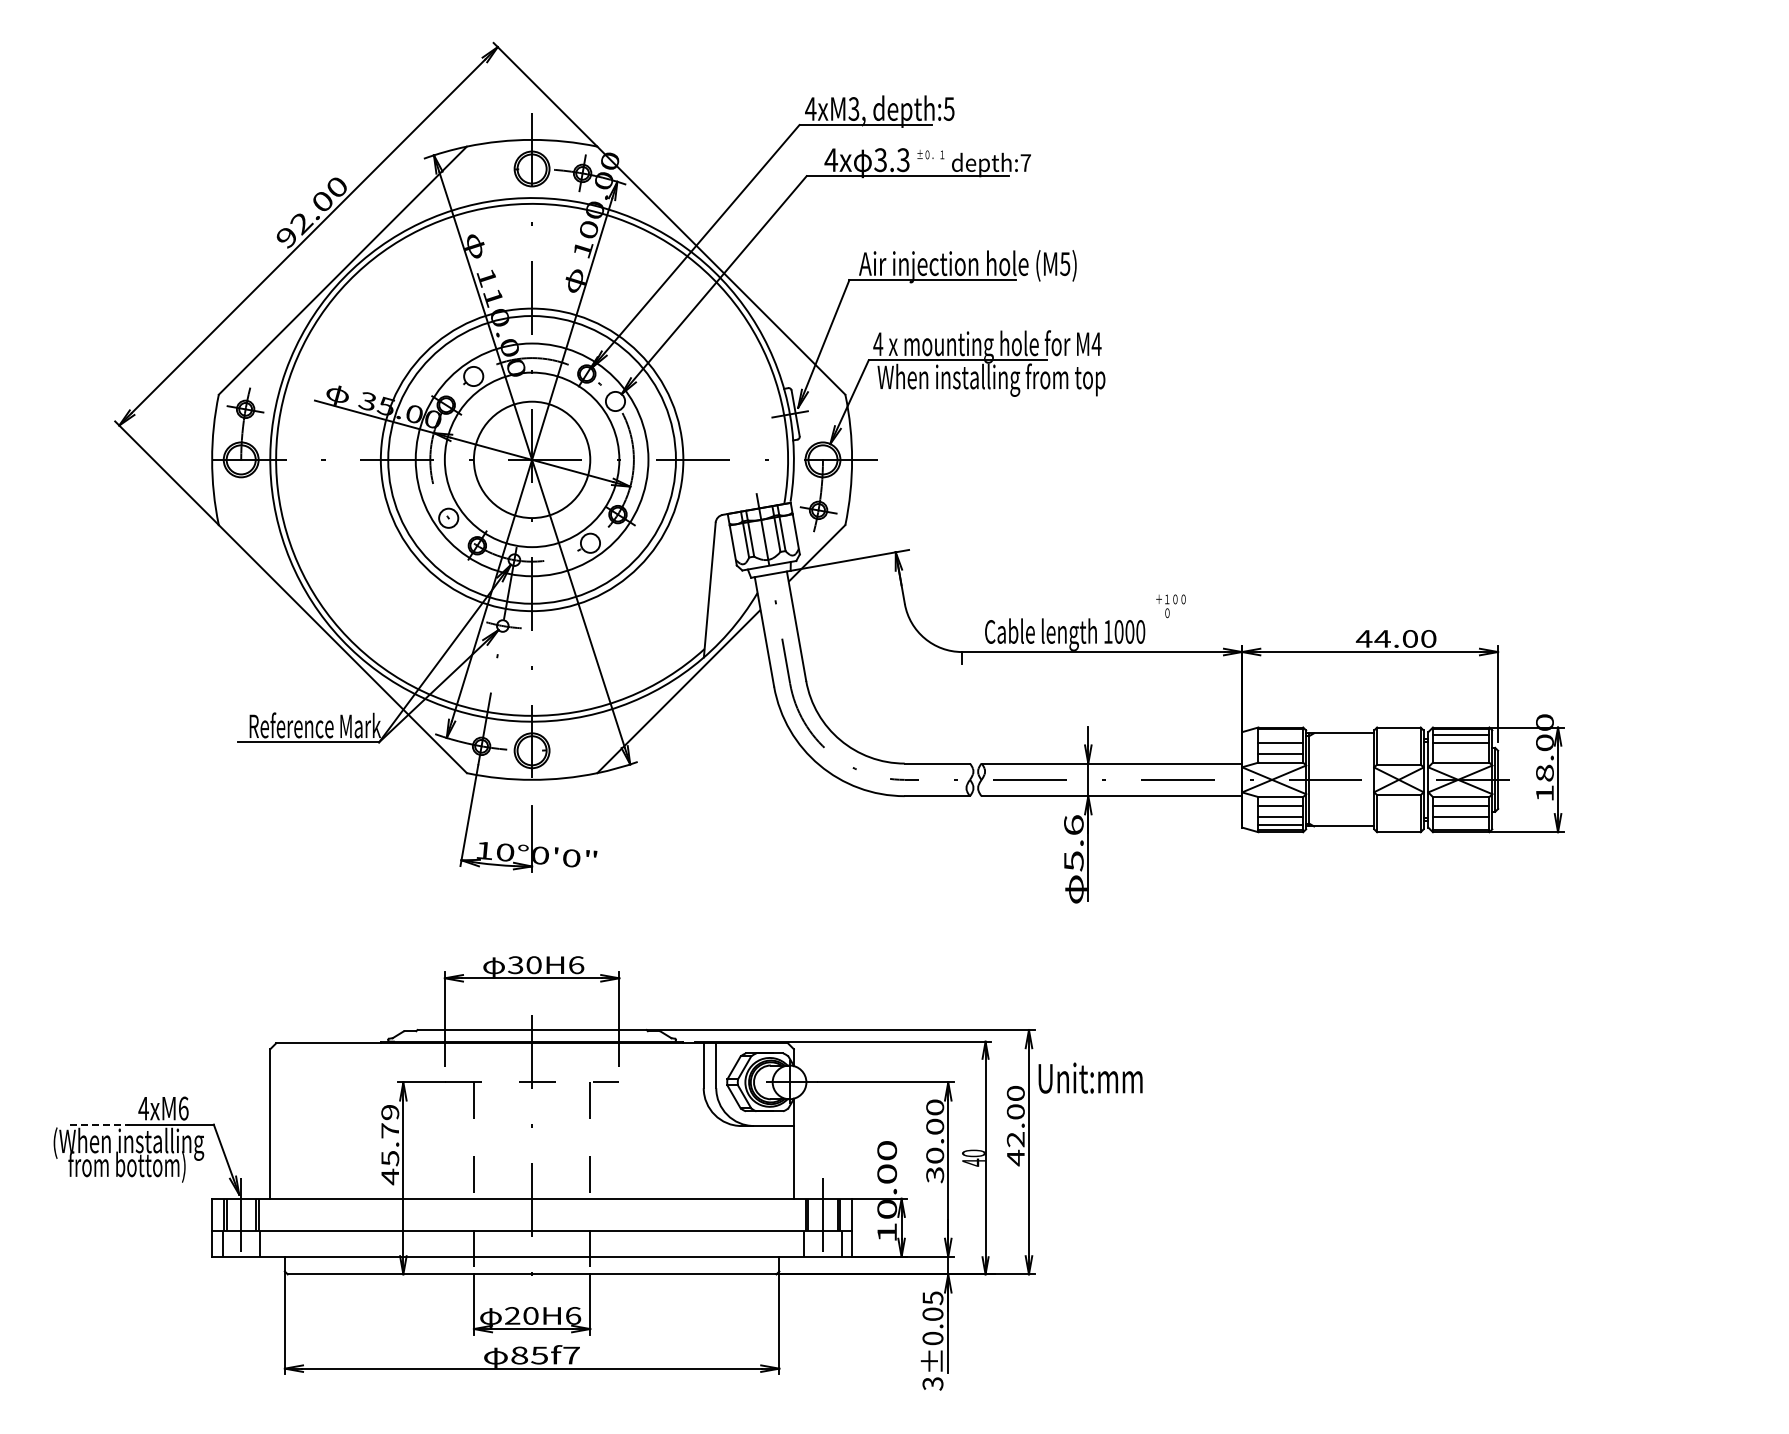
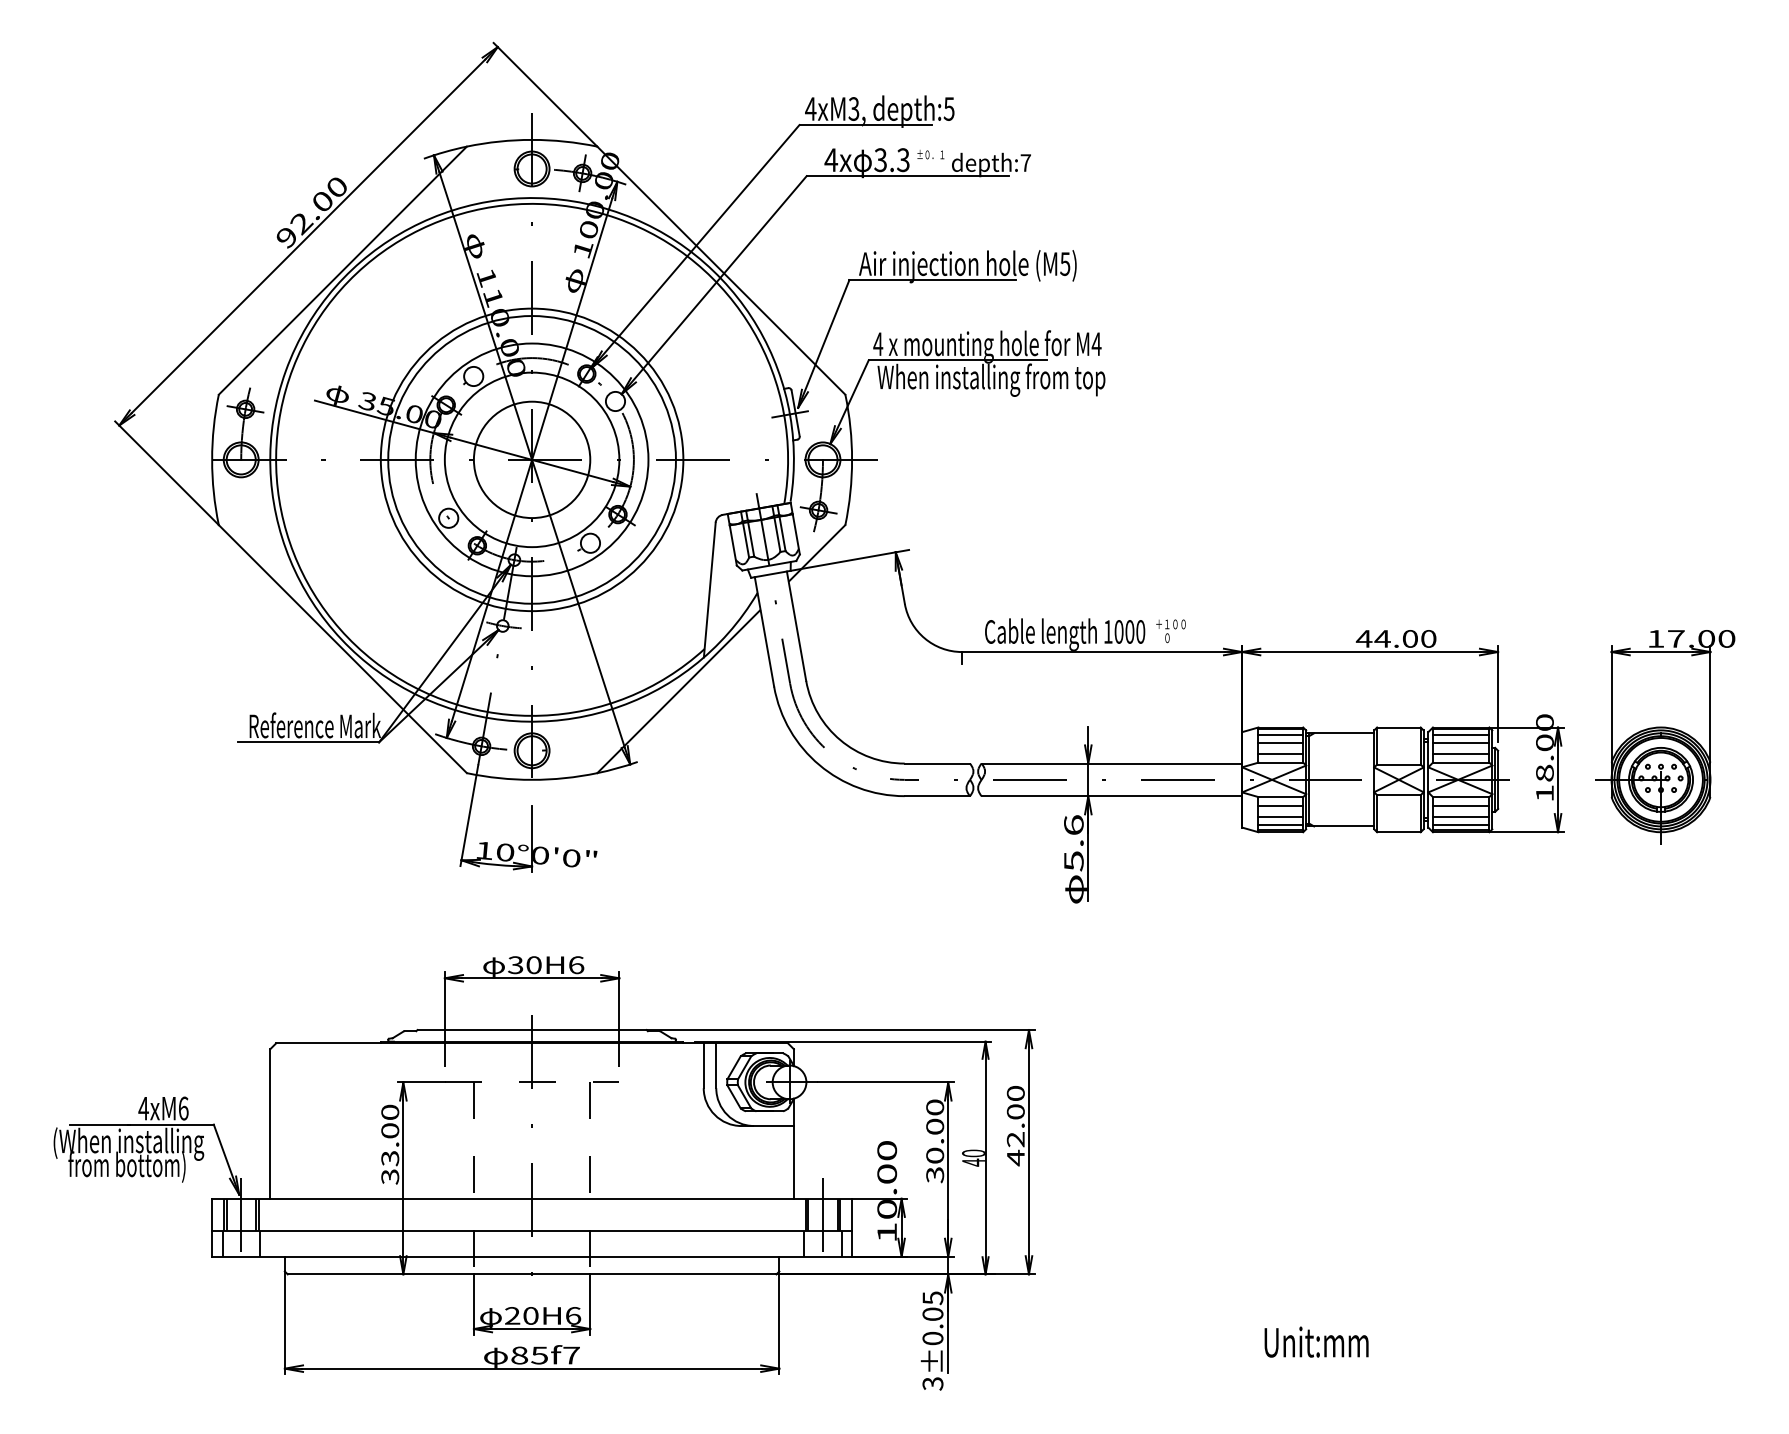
text at (1170, 606) position: (1170, 606) -> (1170, 631)
line at (1280, 734): none -> present
part at (1665, 737): none -> present
line at (1460, 753): none -> present
line at (1460, 825): none -> present
text at (1090, 1077) position: (1090, 1077) -> (1316, 1341)
line at (99, 1124): dashed -> solid
text at (390, 1144): 45.79 -> 33.00
